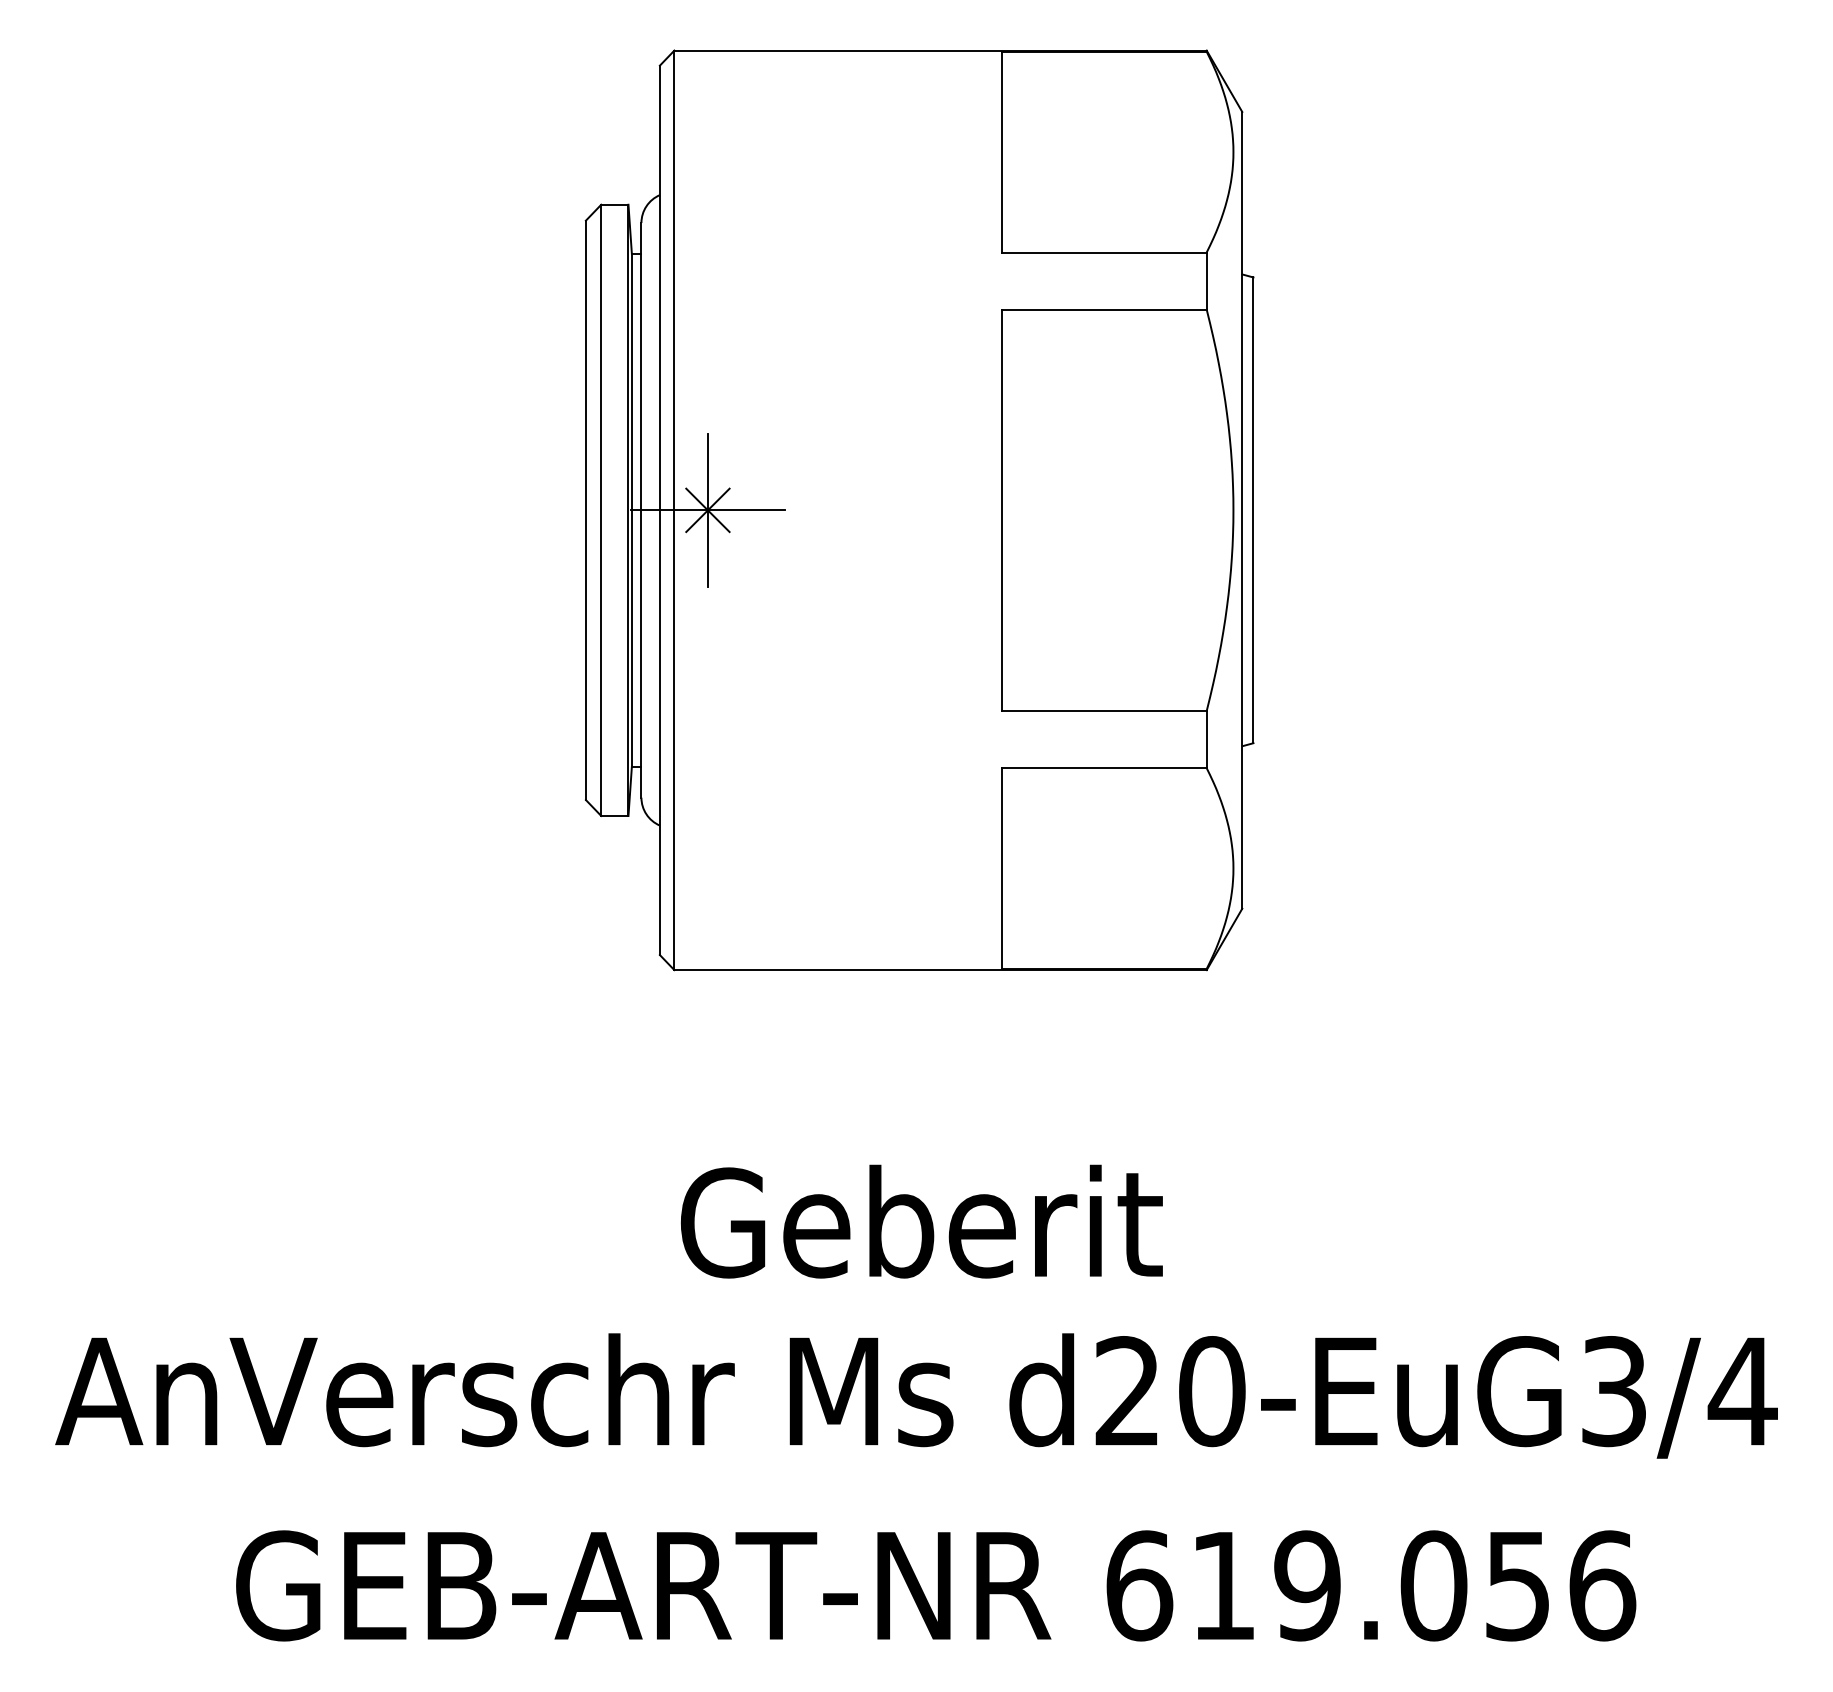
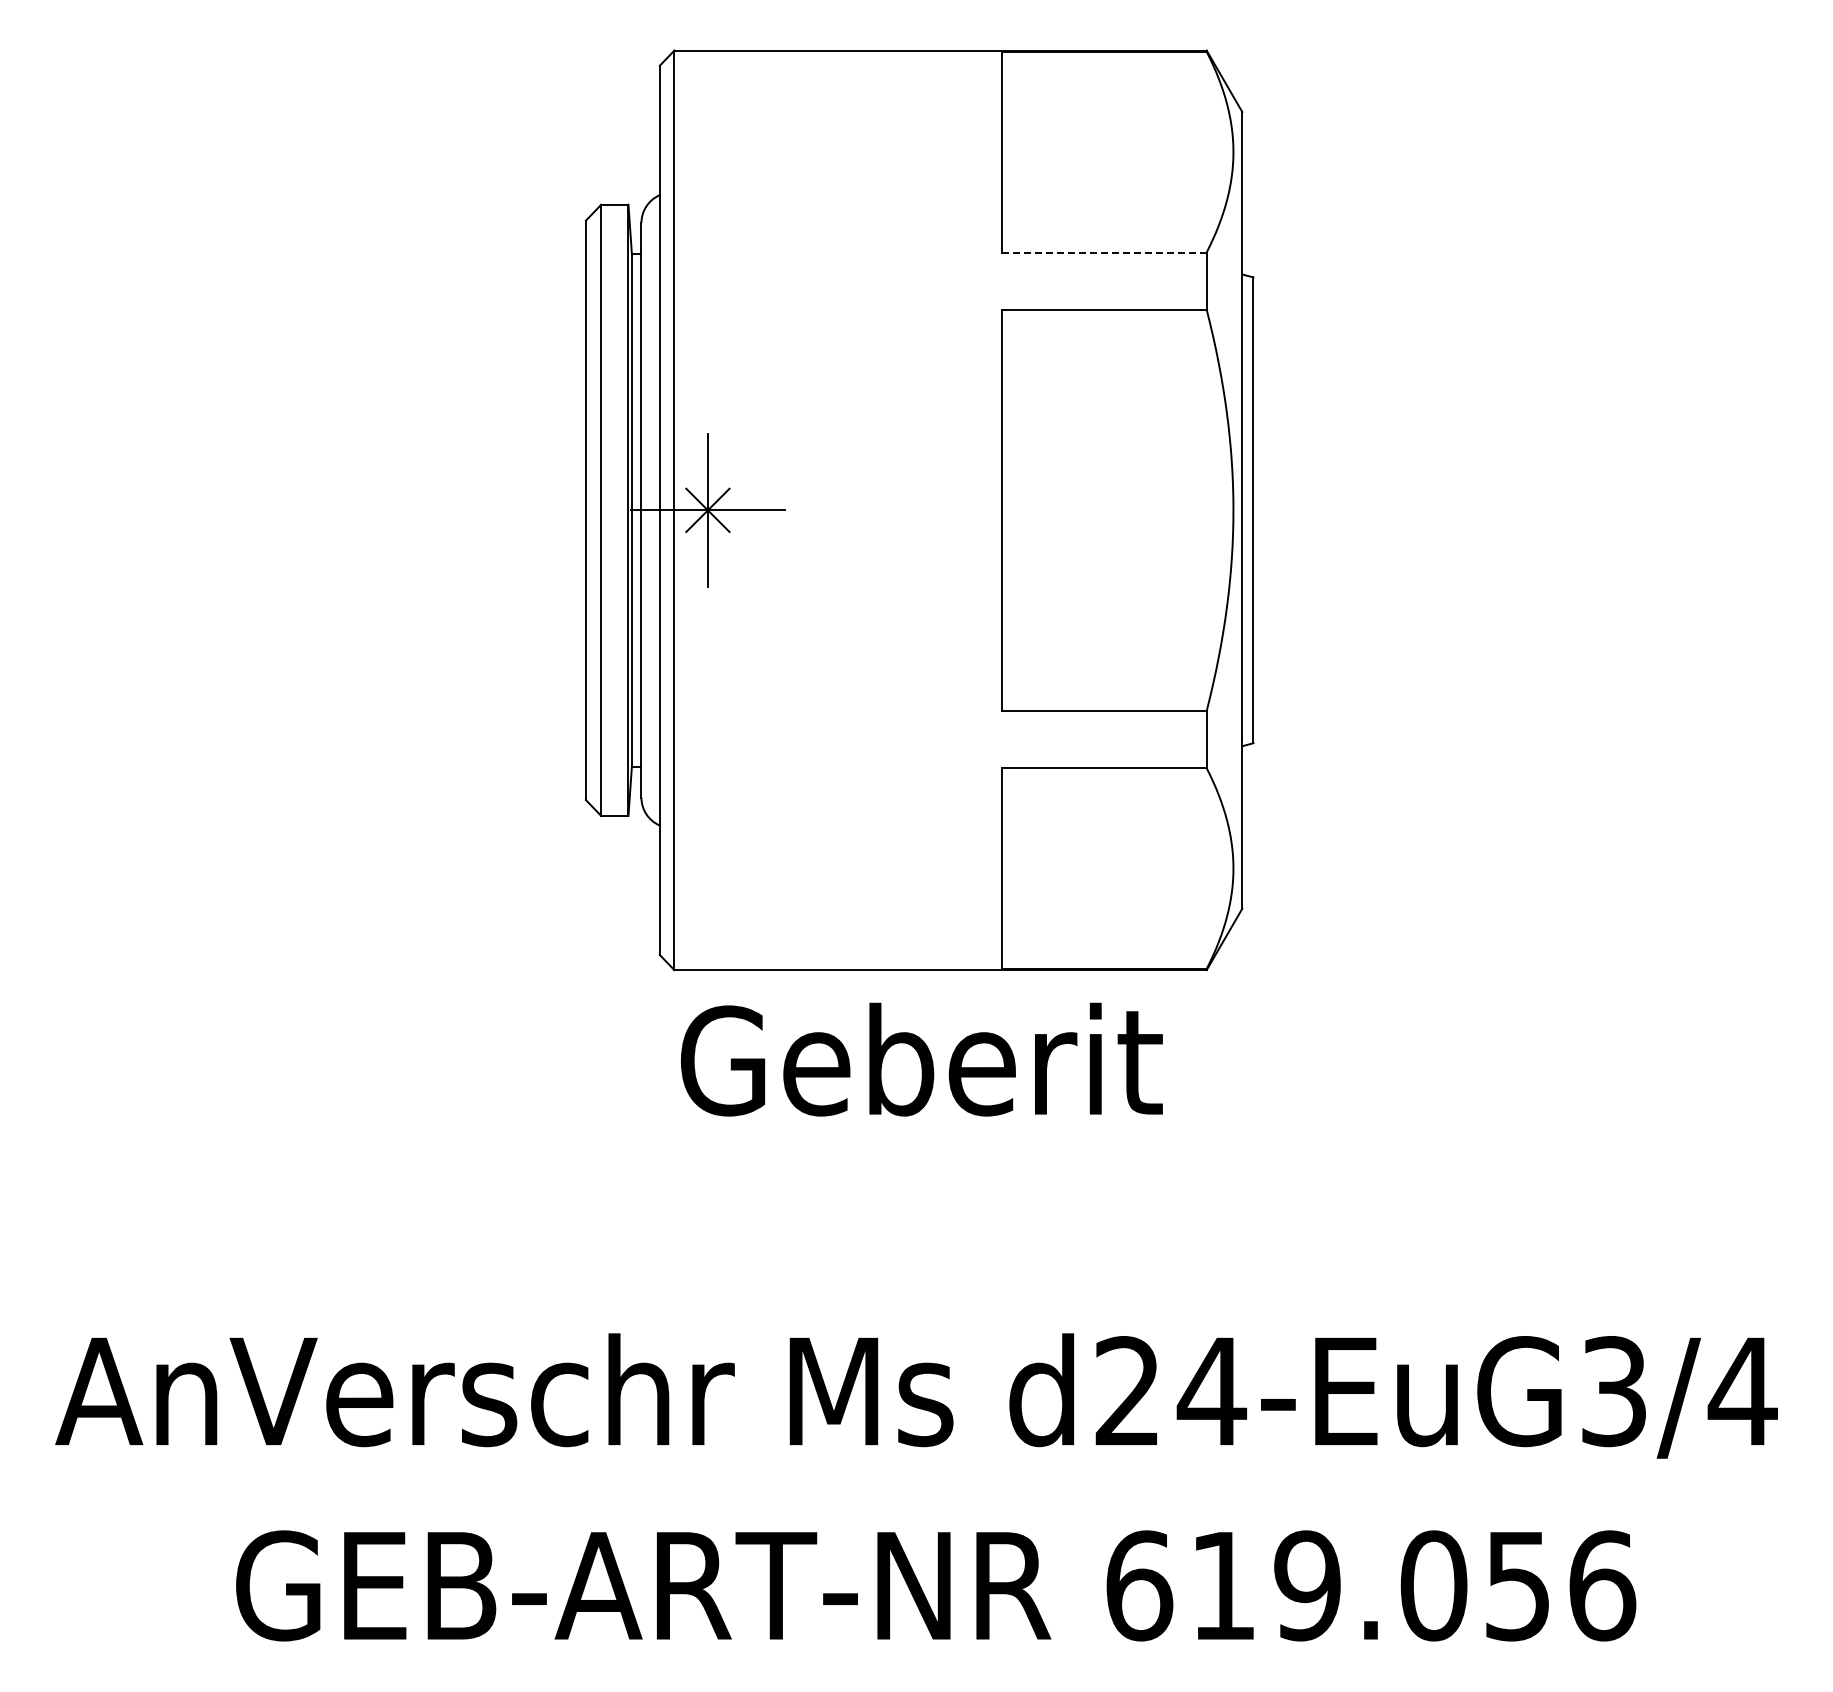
line at (1104, 252): solid -> dashed
text at (921, 1221) position: (921, 1221) -> (921, 1059)
text at (1211, 1391): d20-EuG3/4 -> d24-EuG3/4
